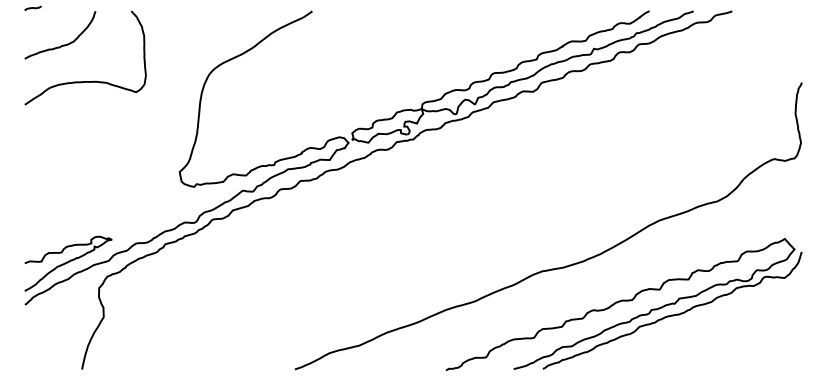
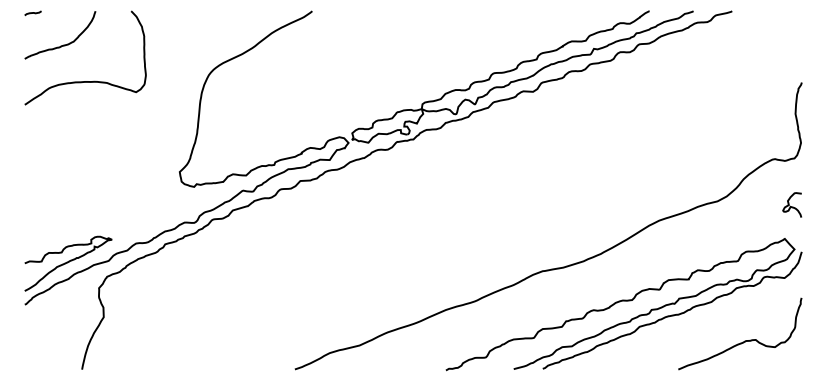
curve at (32, 8) position: (32, 8) -> (32, 13)
curve at (790, 205): none -> present
curve at (744, 340): none -> present
